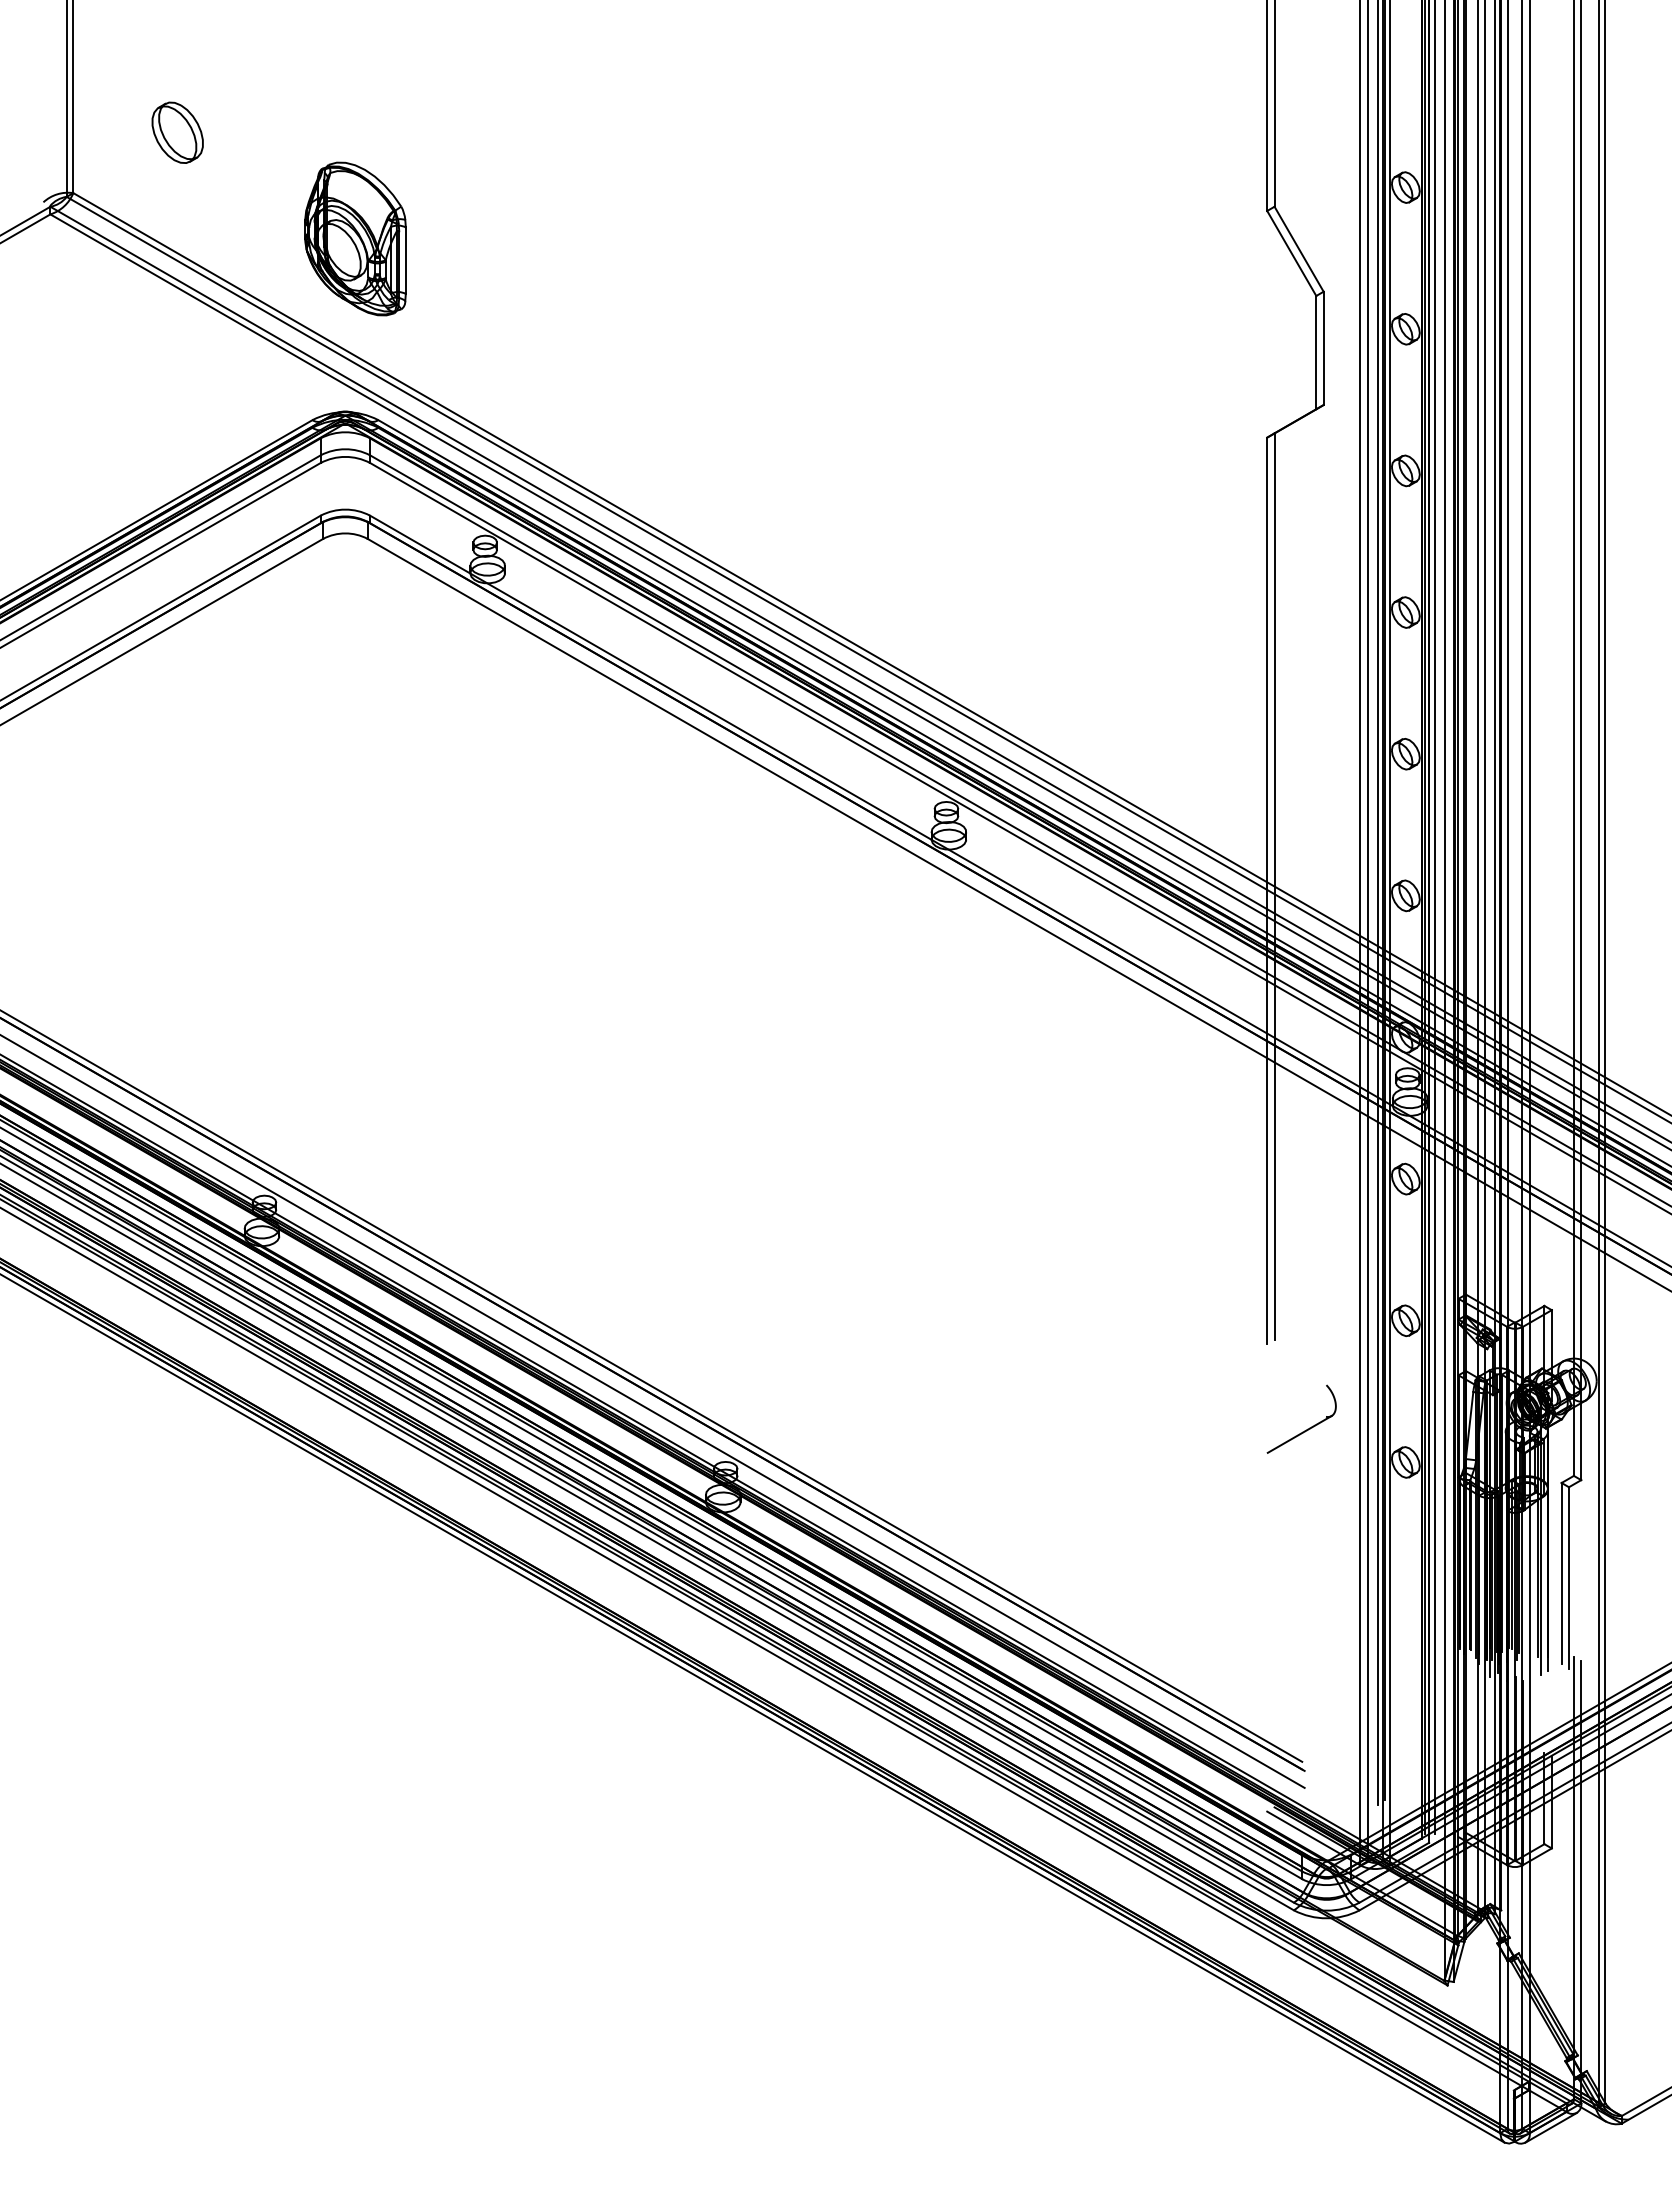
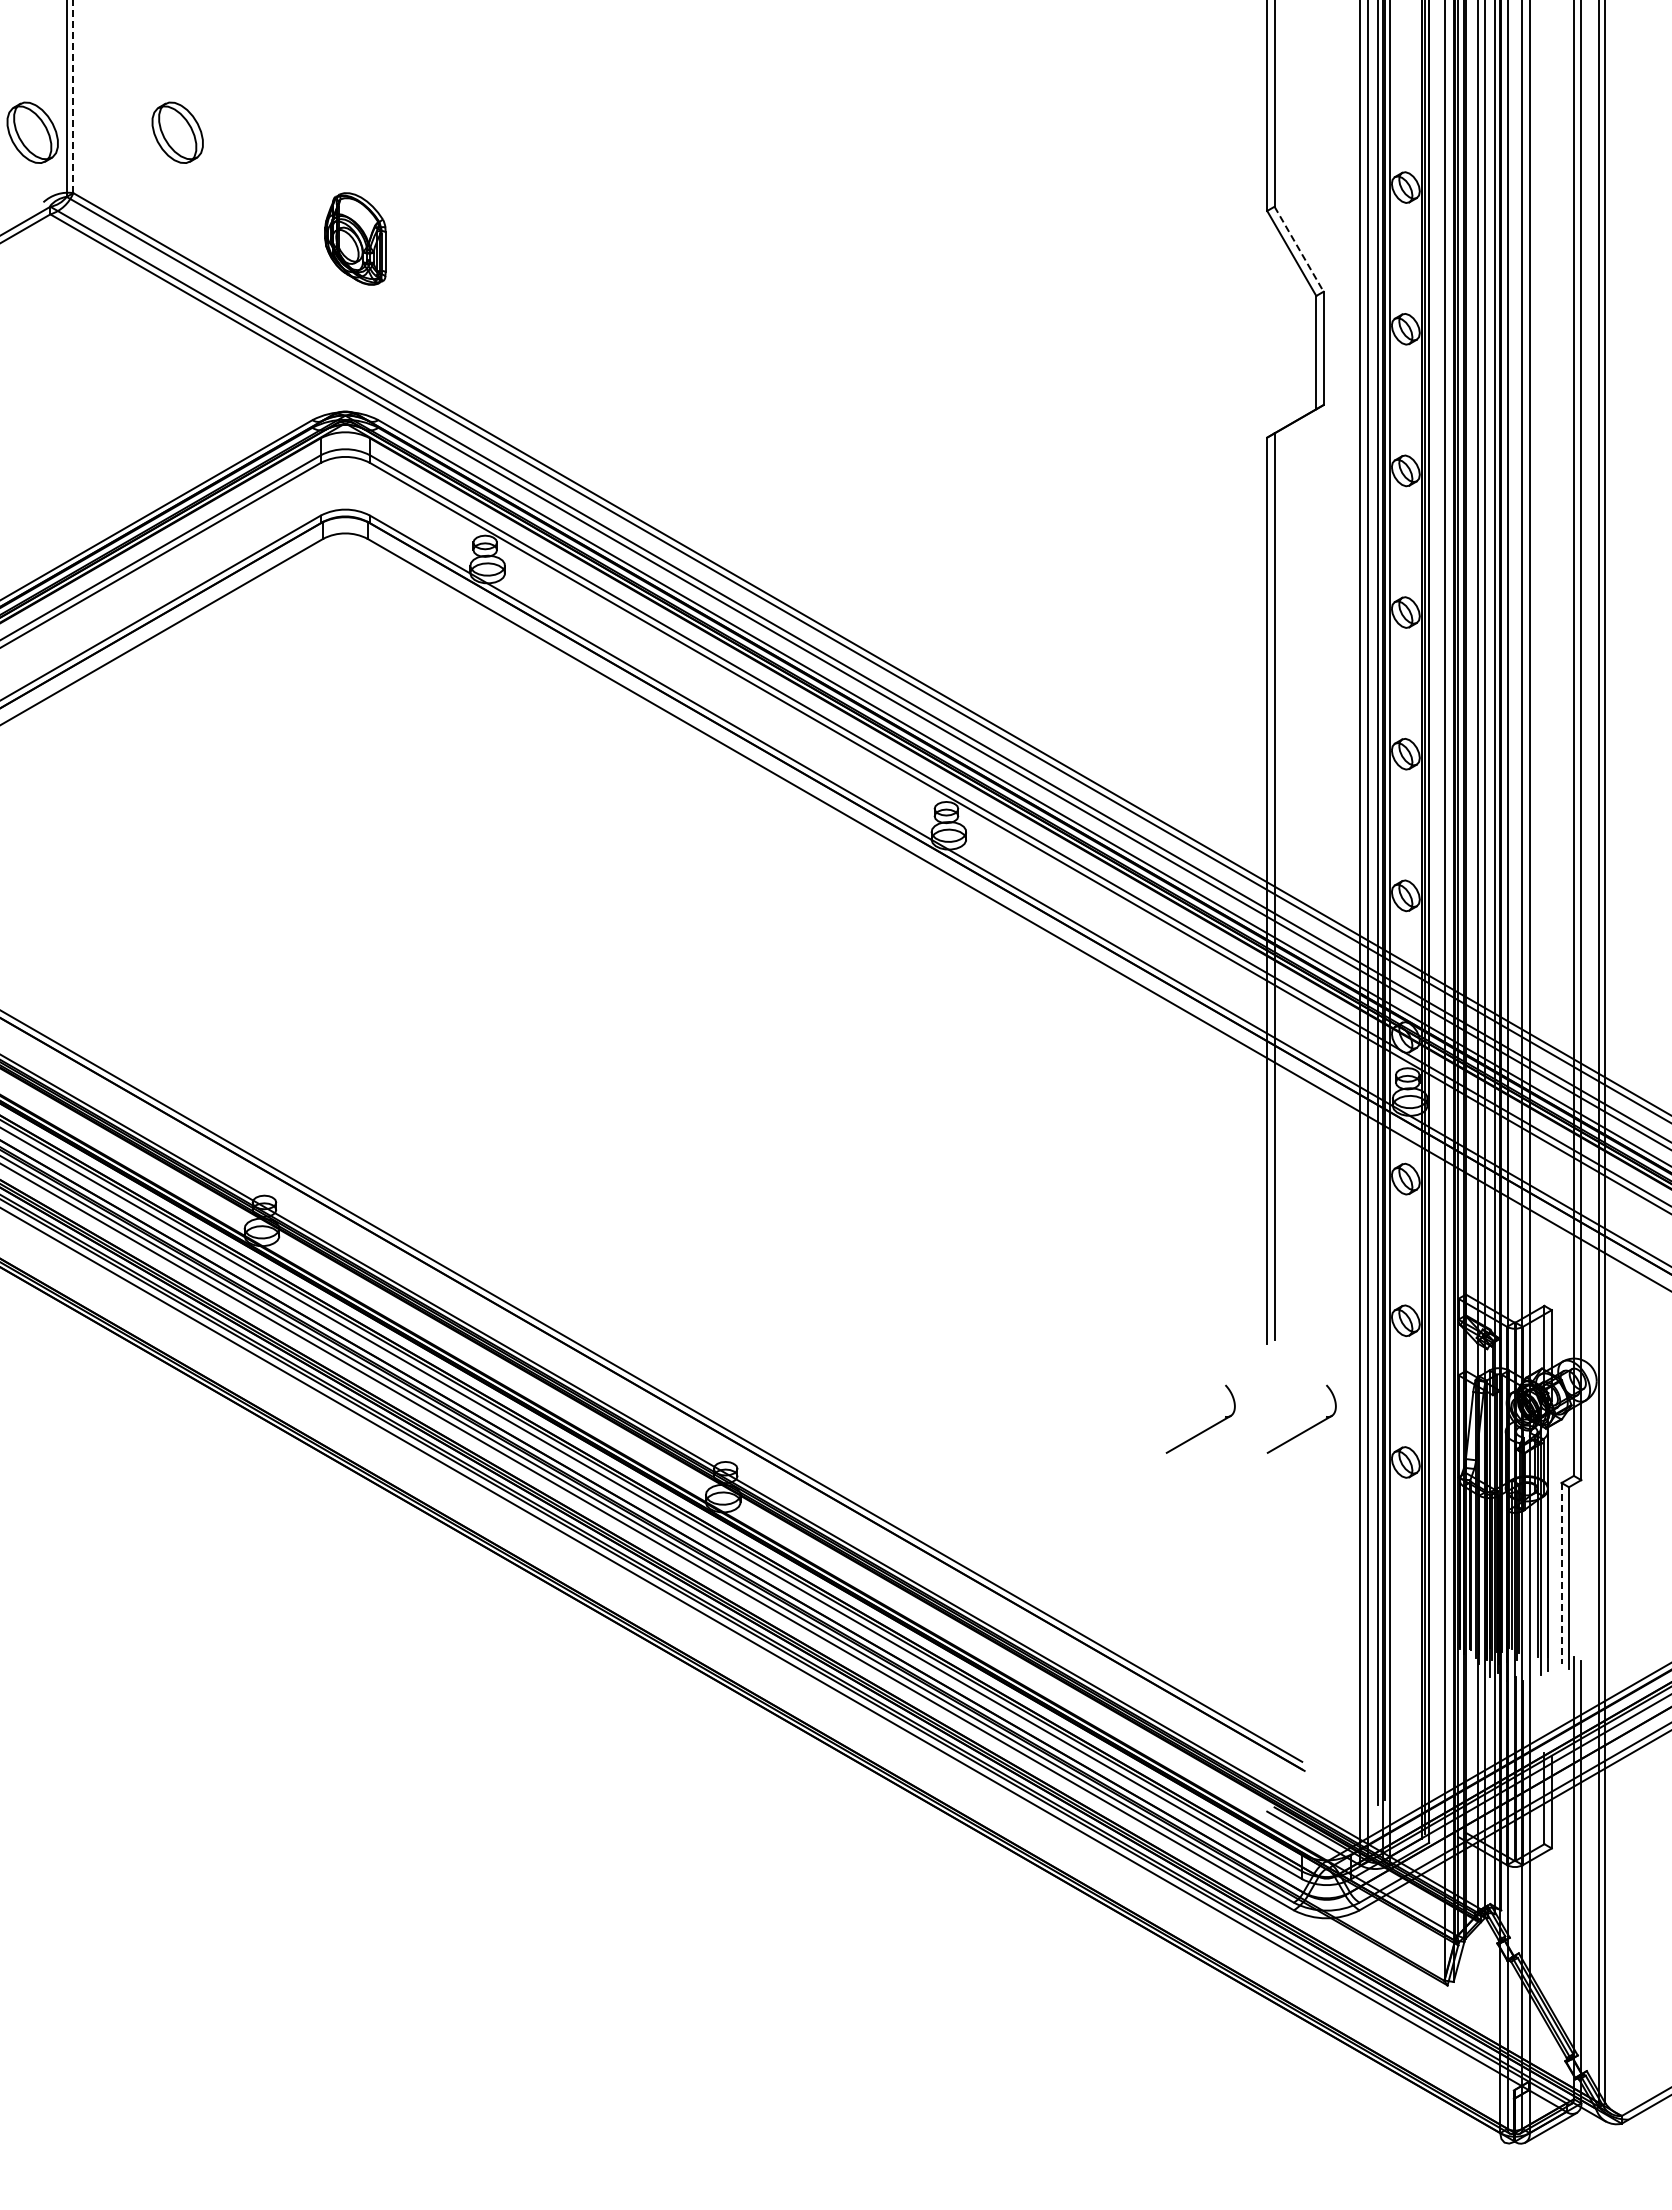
line at (73, 96): solid -> dashed
part at (32, 132): none -> present
part at (355, 238) size: 103x156 px -> 63x94 px
line at (1299, 249): solid -> dashed
line at (1435, 918): present -> none
line at (653, 1411): present -> none
part at (1206, 1428): none -> present
line at (1561, 1573): solid -> dashed
line at (753, 1708): present -> none
